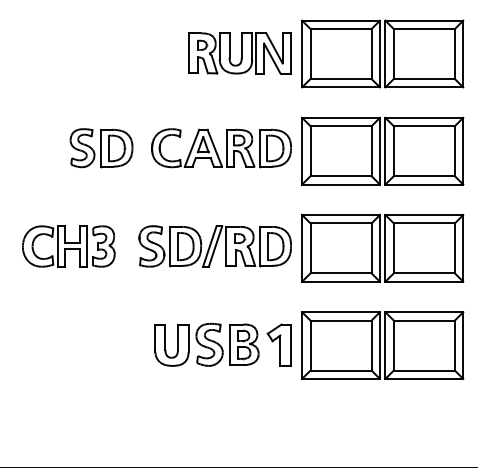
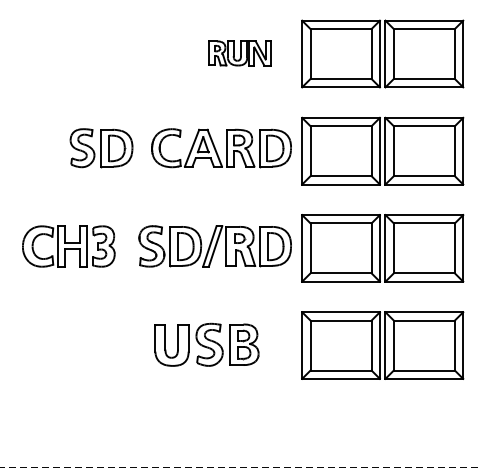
part at (239, 53) size: 104x43 px -> 64x27 px
part at (278, 344): present -> none
line at (238, 467): solid -> dashed
